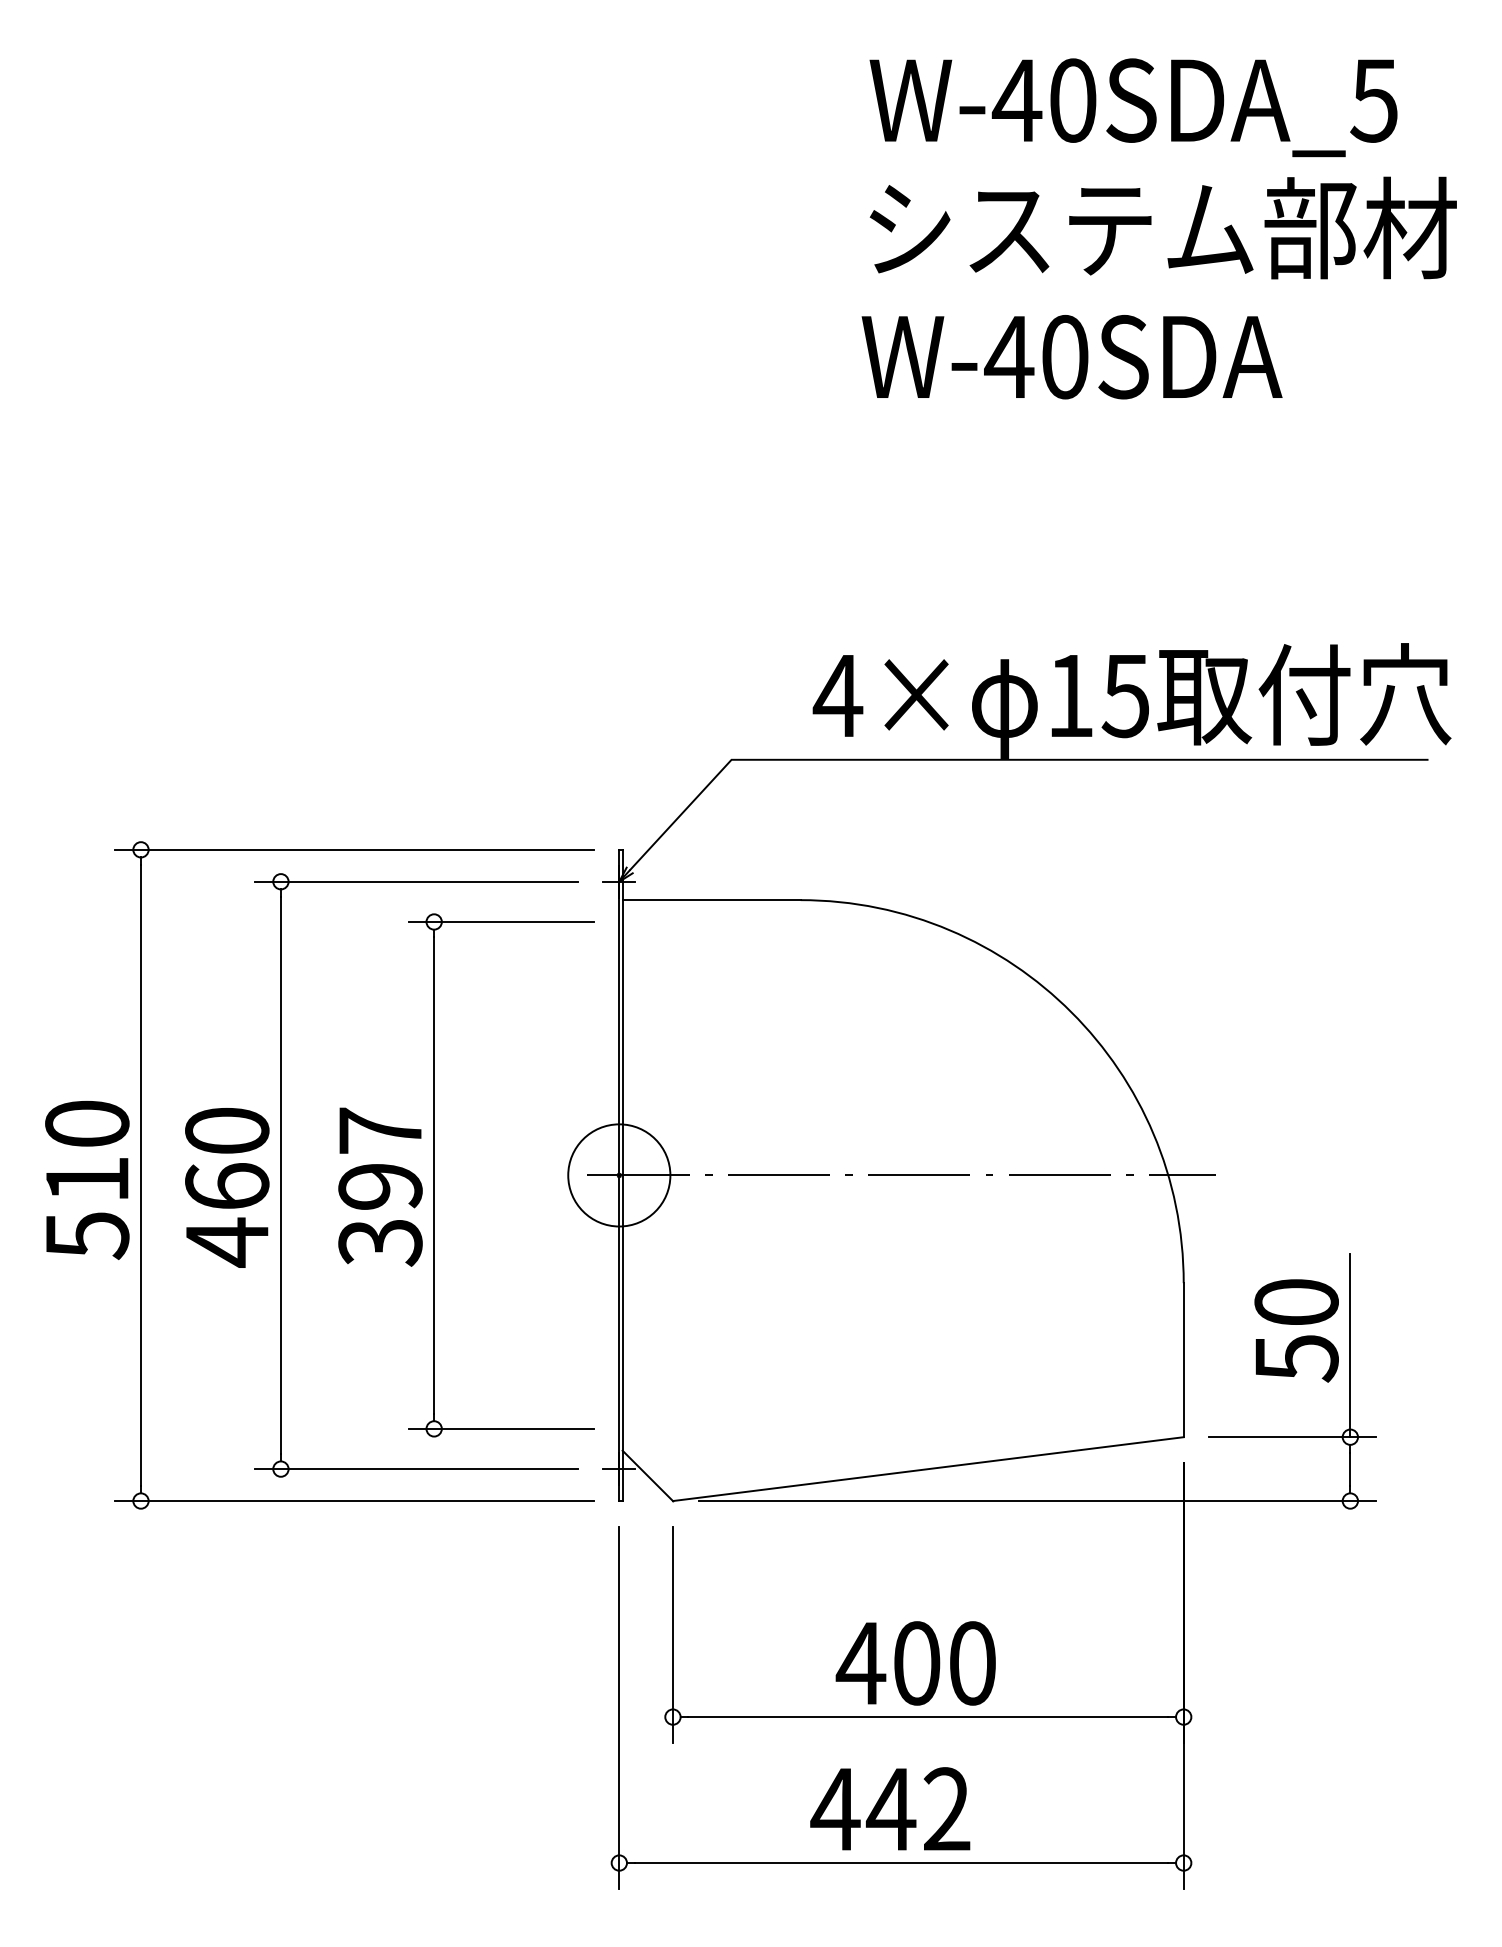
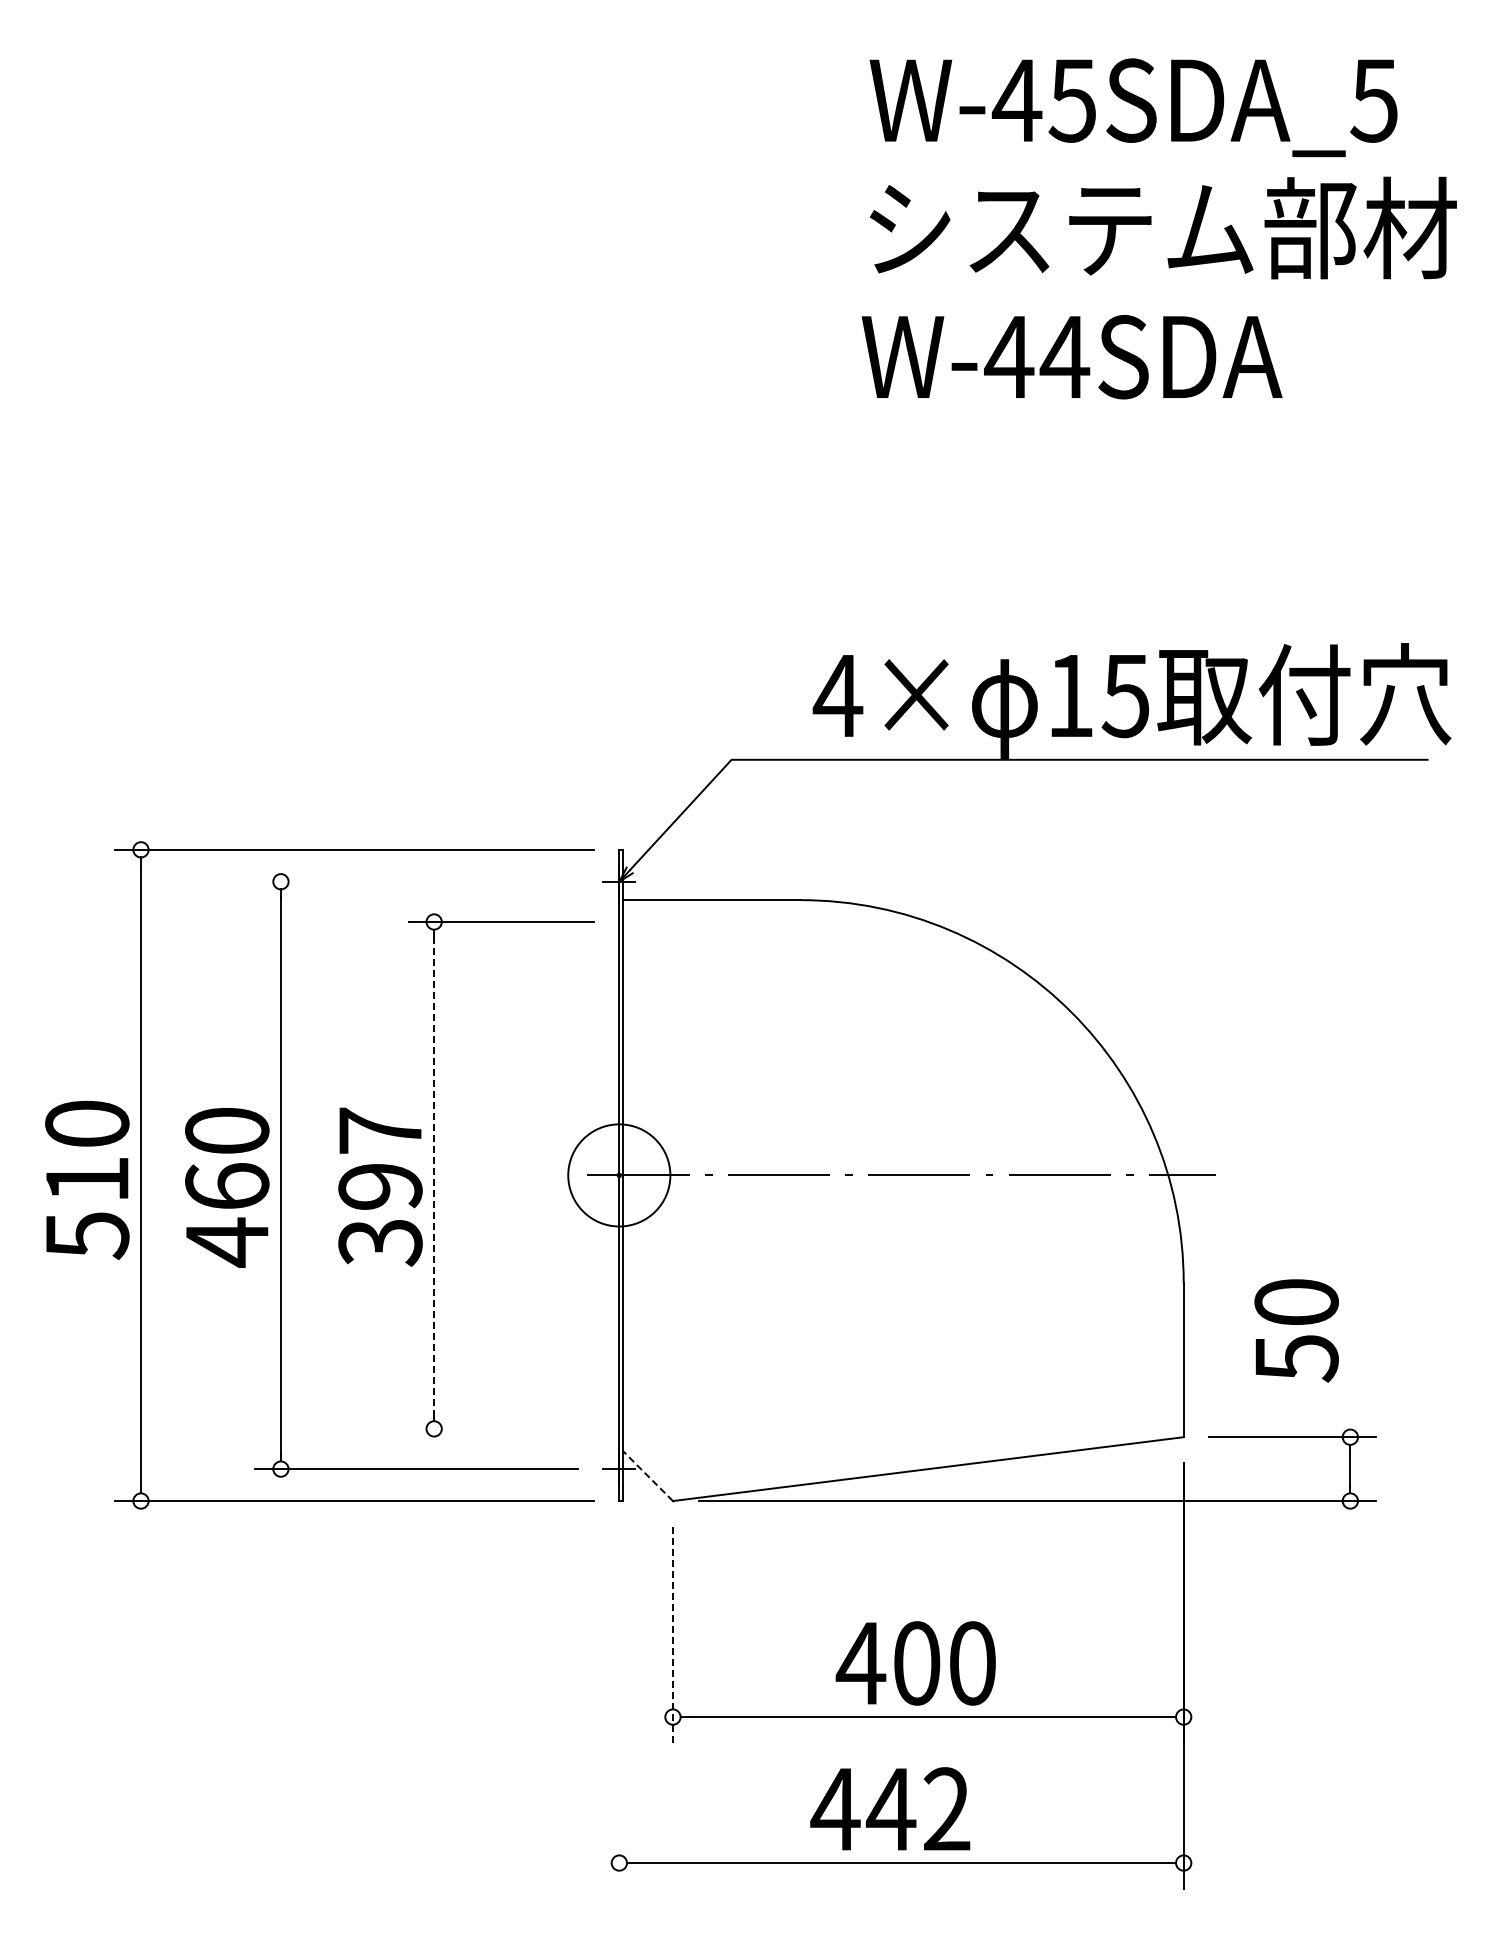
text at (1072, 100): W-40SDA_5 -> W-45SDA_5
text at (1064, 356): W-40SDA -> W-44SDA
line at (416, 881): present -> none
line at (434, 1175): solid -> dashed
line at (1350, 1345): present -> none
line at (500, 1428): present -> none
line at (647, 1475): solid -> dashed
line at (672, 1635): solid -> dashed
line at (619, 1707): present -> none
